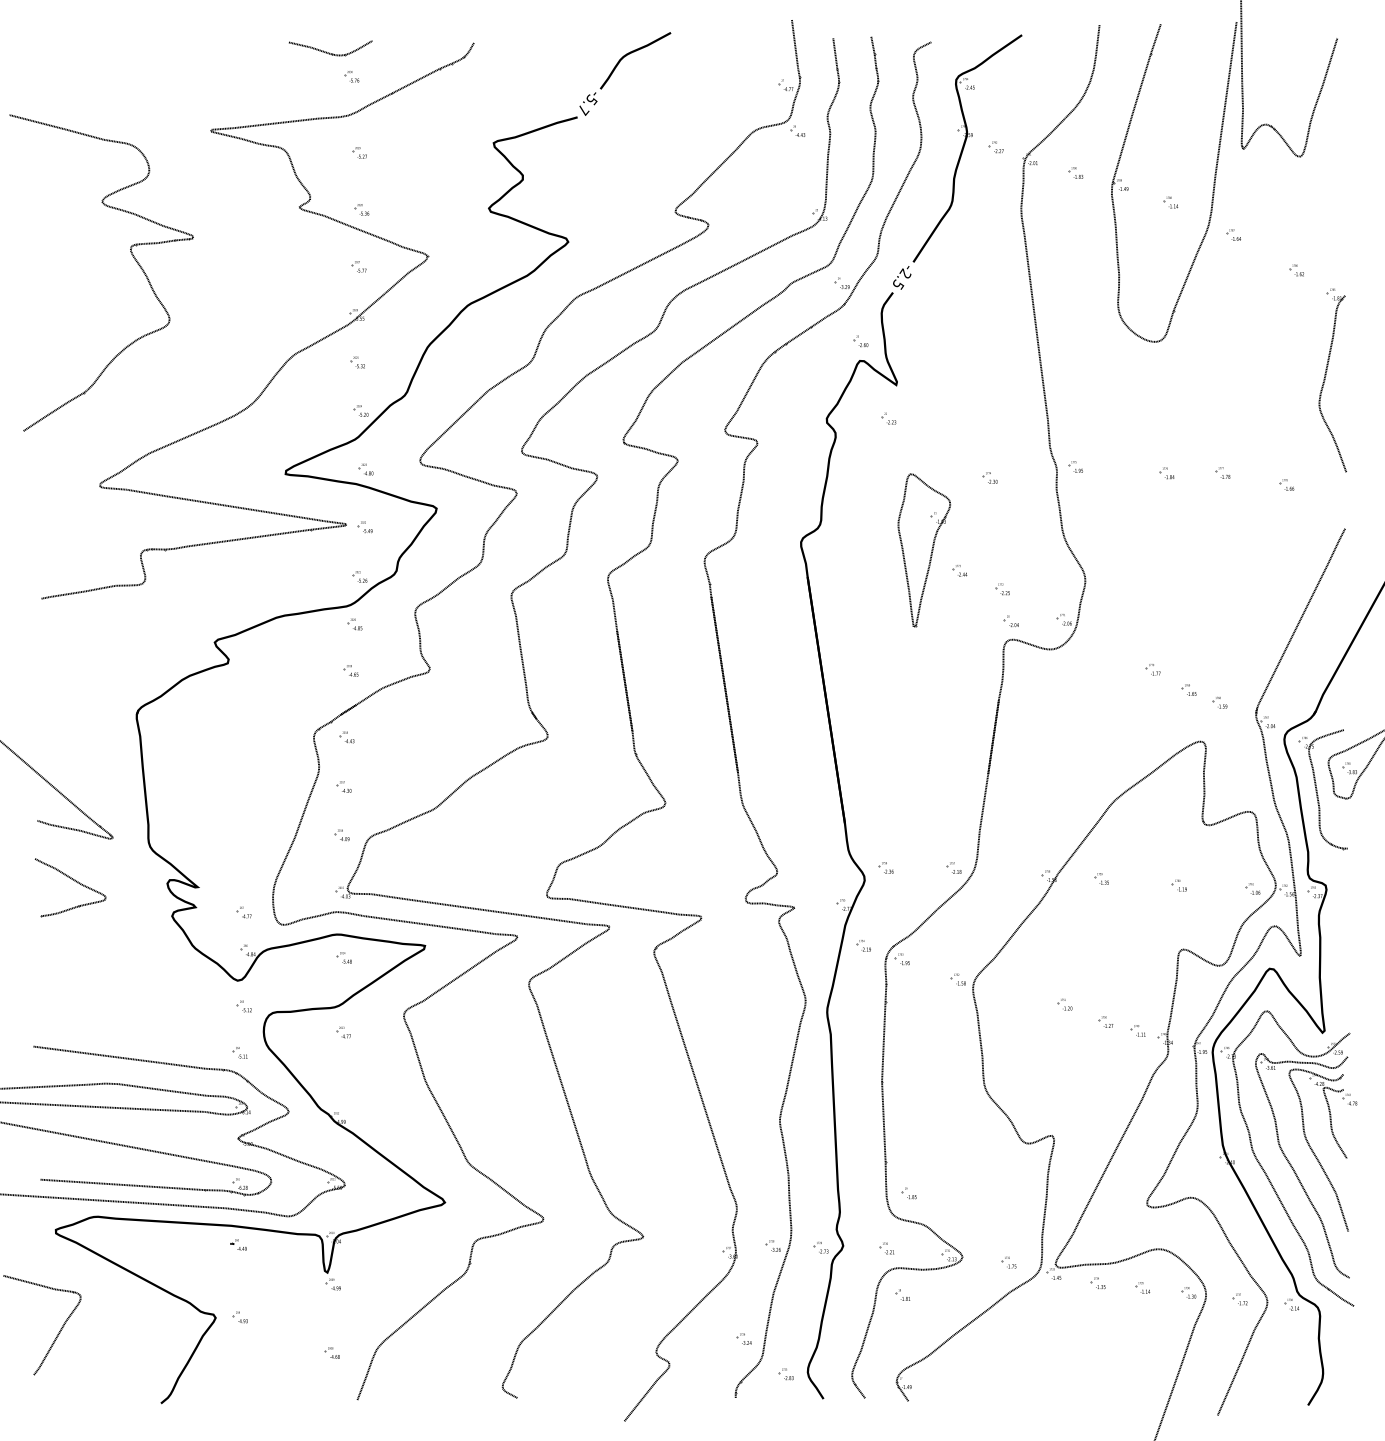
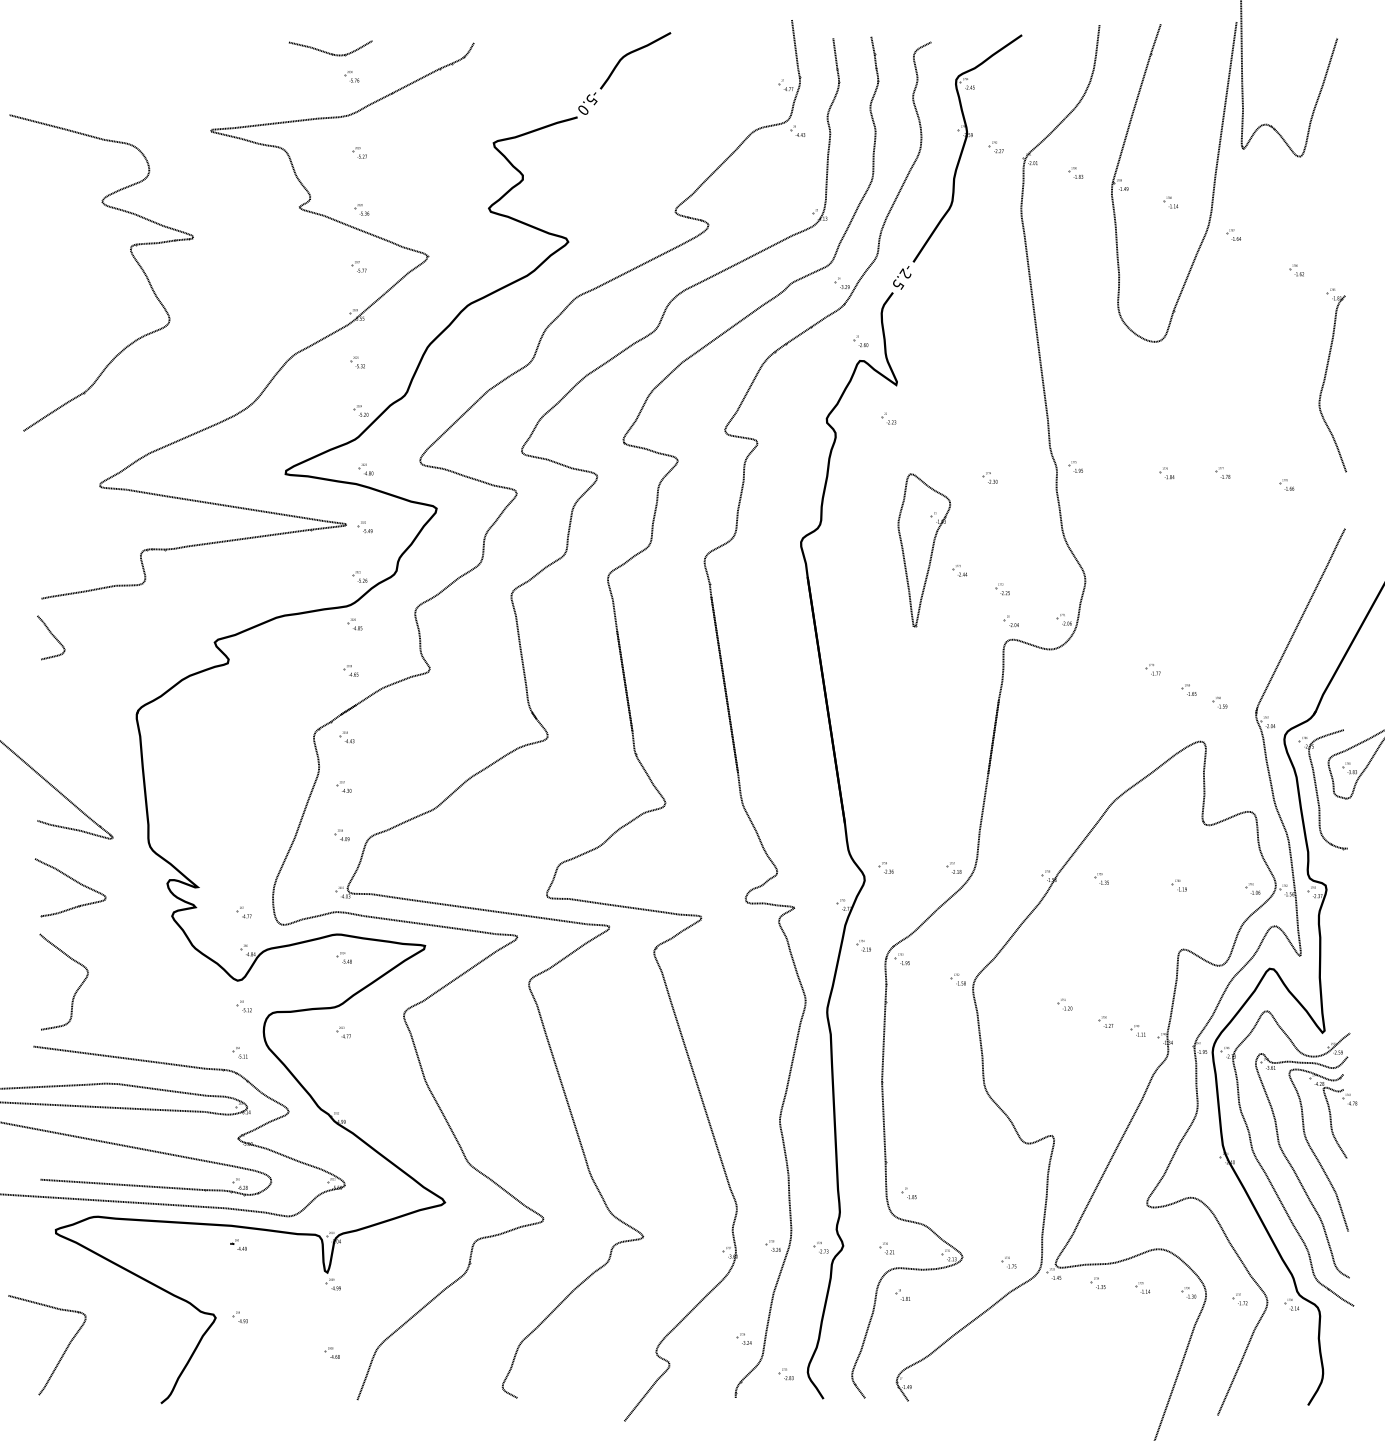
text at (583, 110): -5.7 -> -5.0
curve at (52, 636): none -> present
curve at (75, 991): none -> present
curve at (56, 1335) position: (56, 1335) -> (61, 1355)
